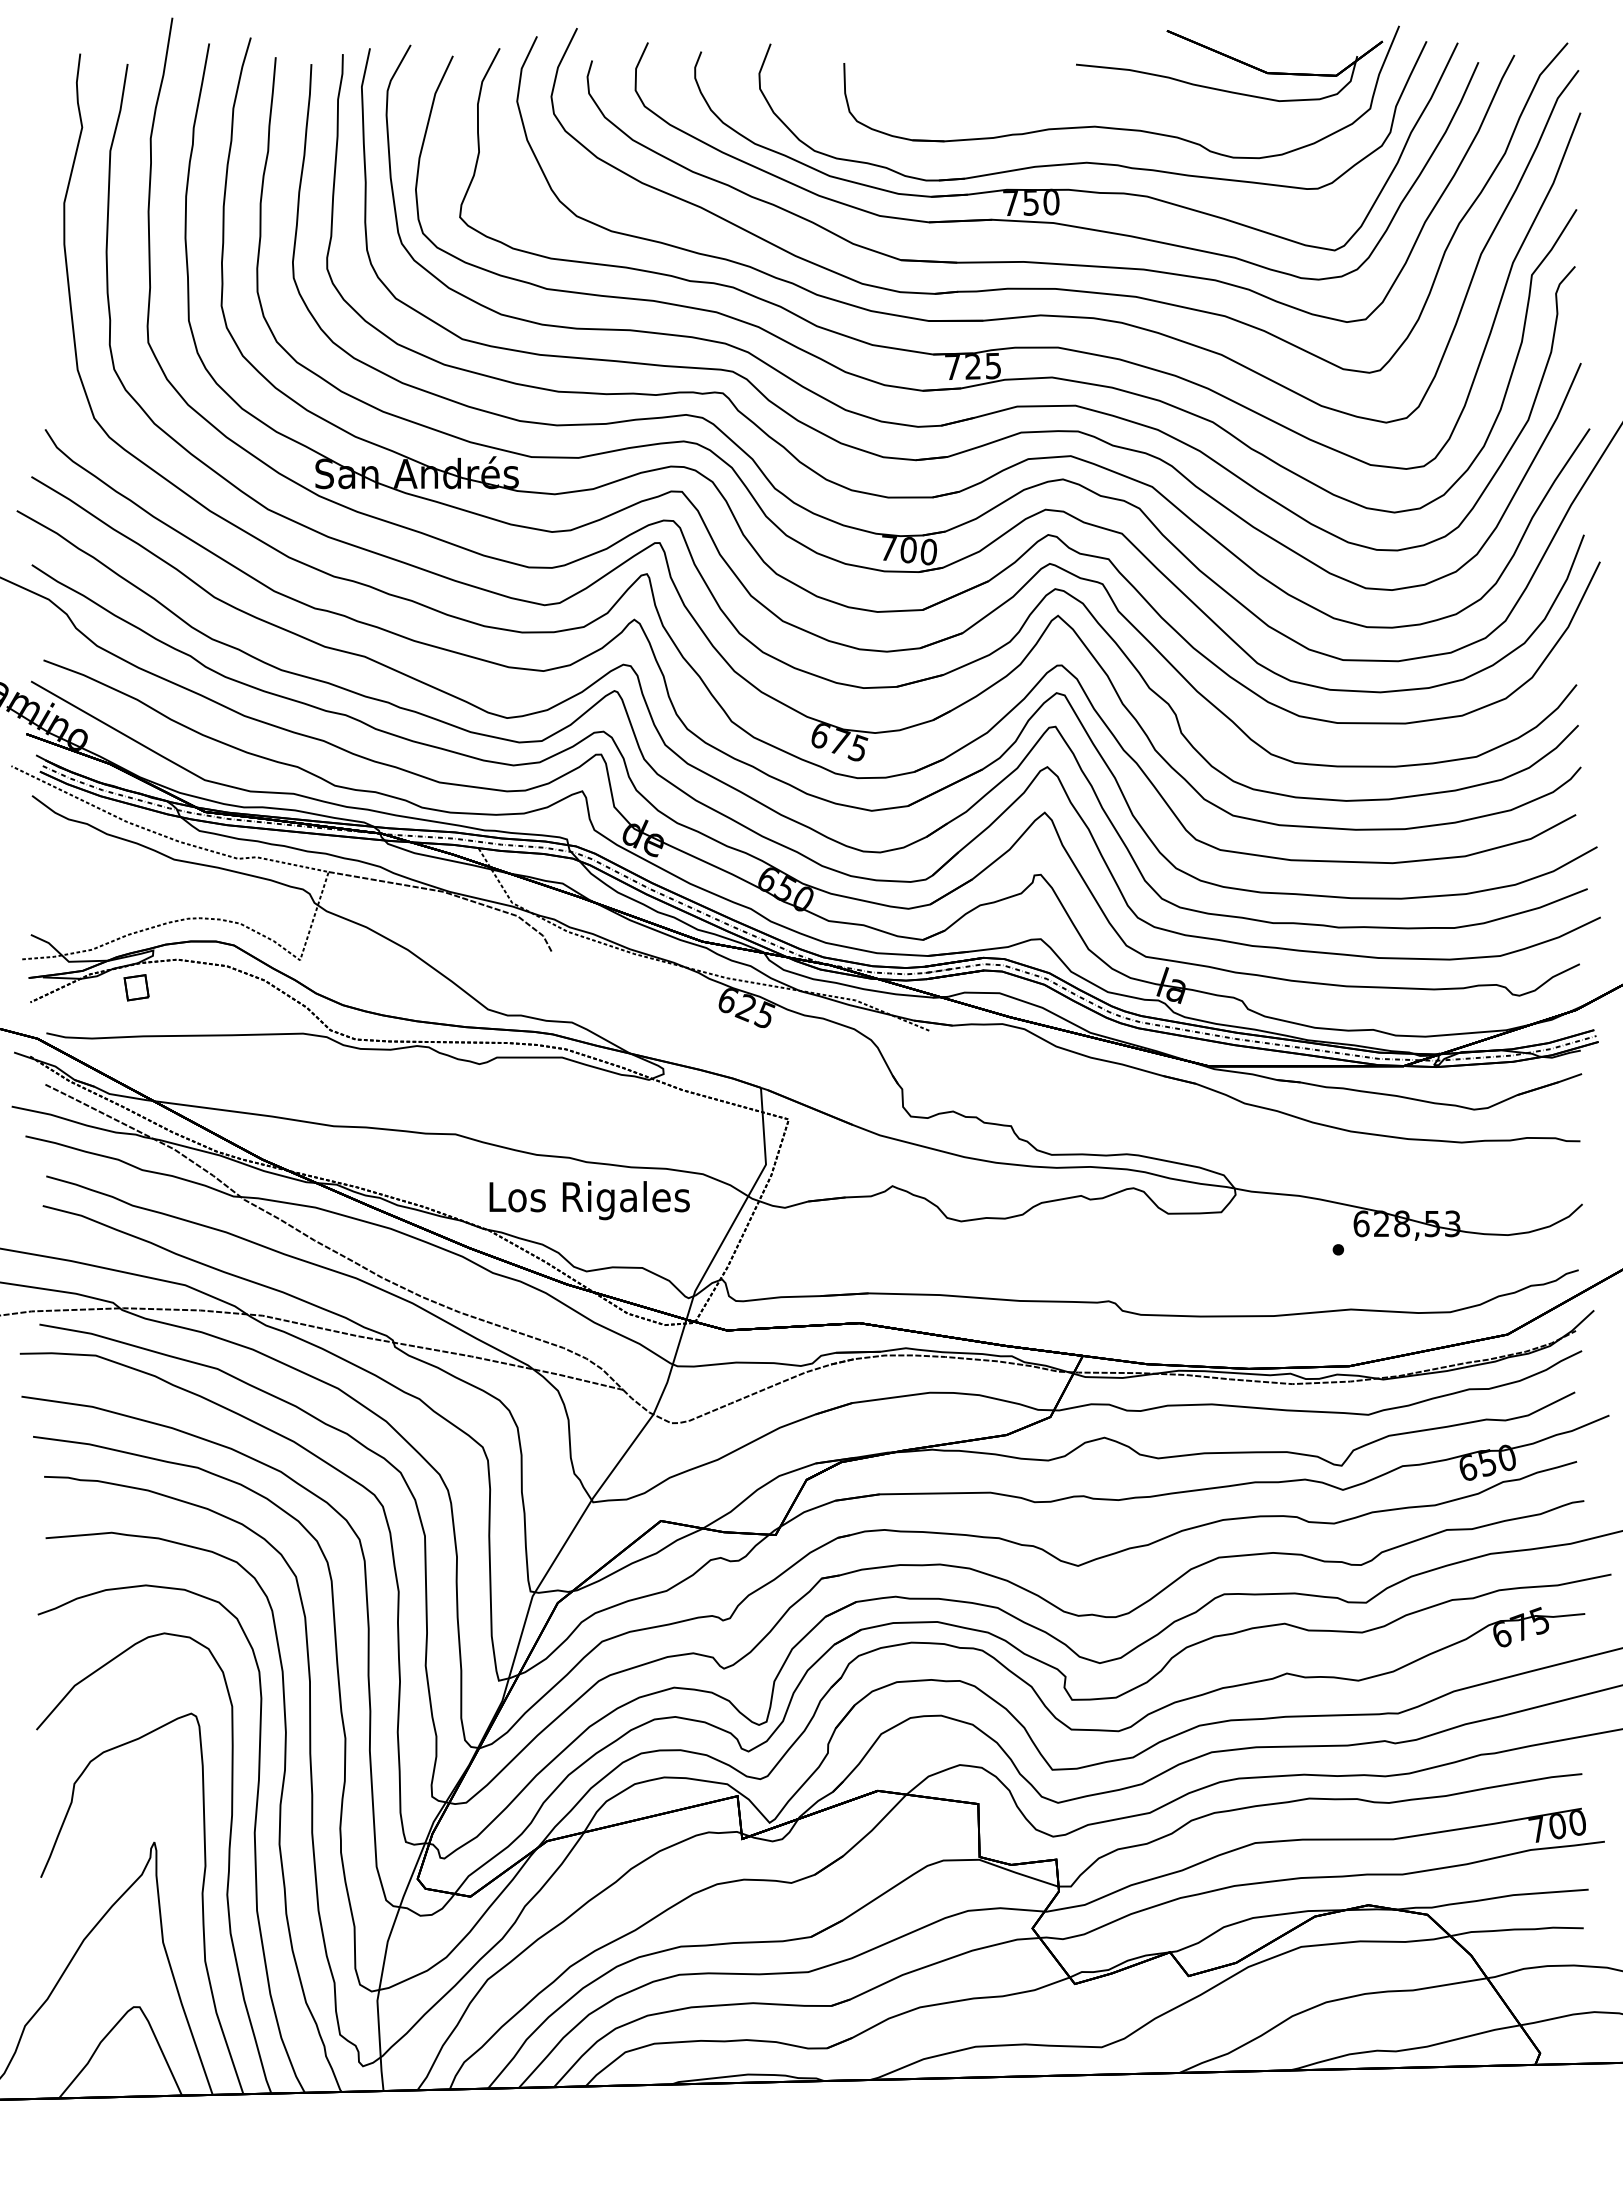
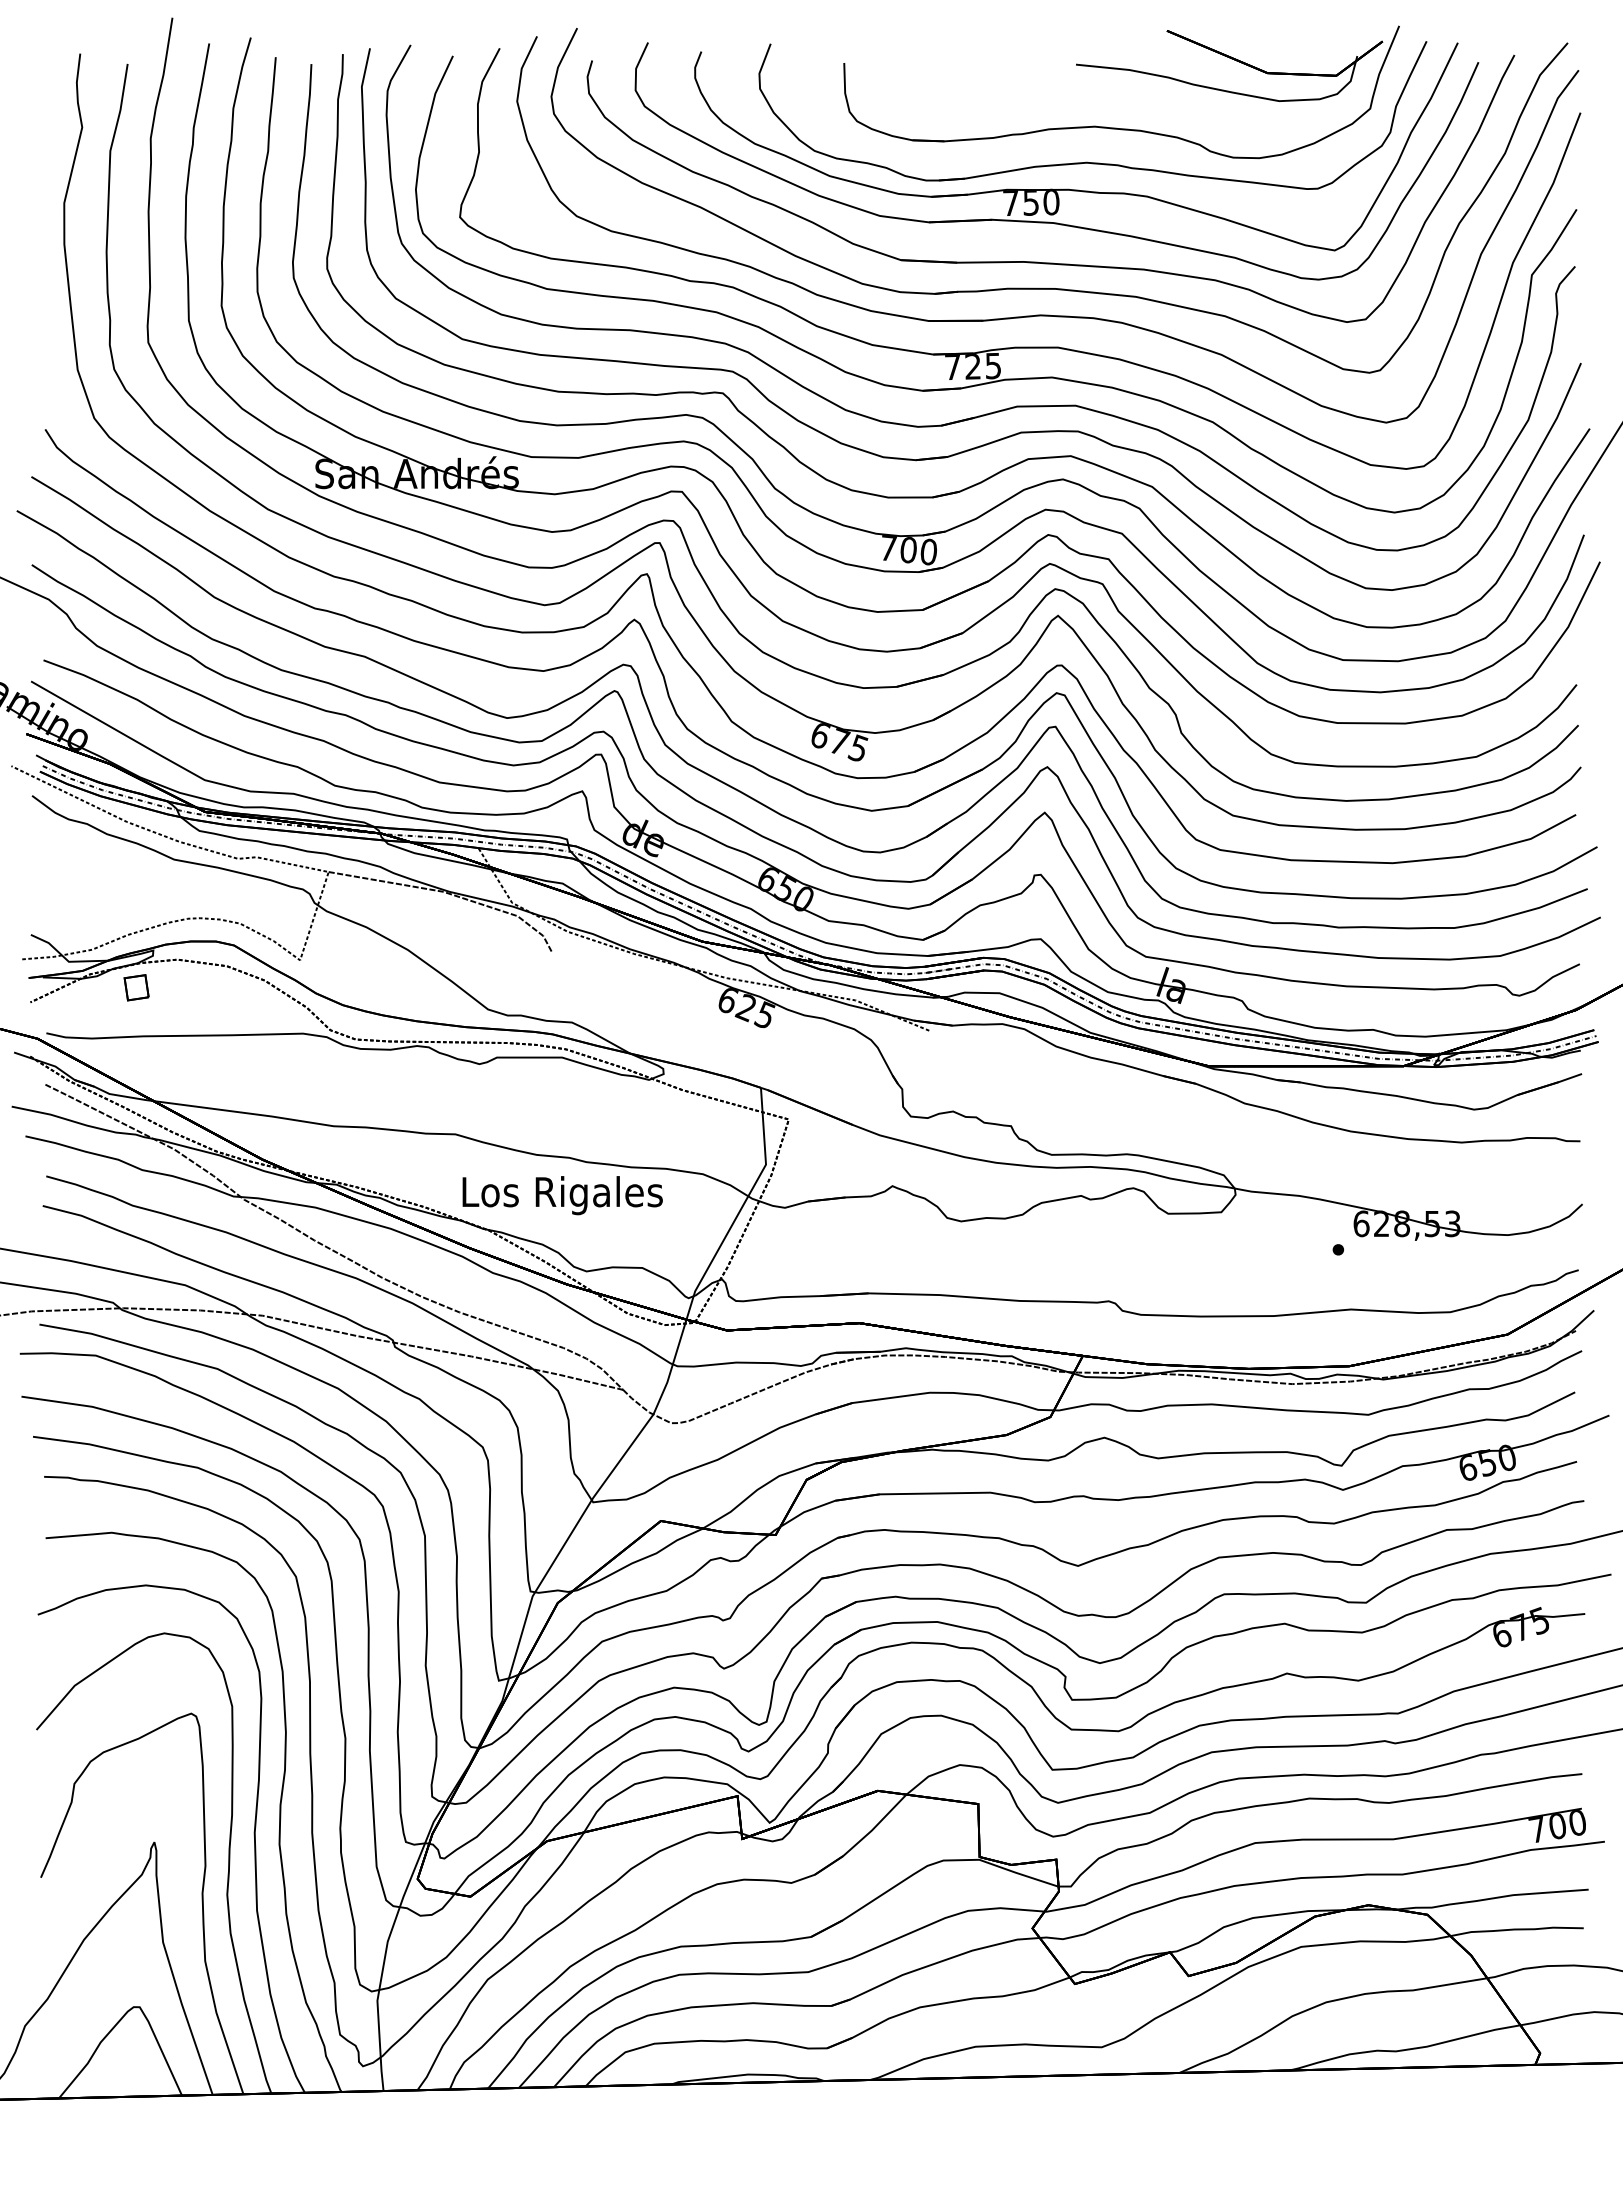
text at (589, 1200) position: (589, 1200) -> (562, 1195)
